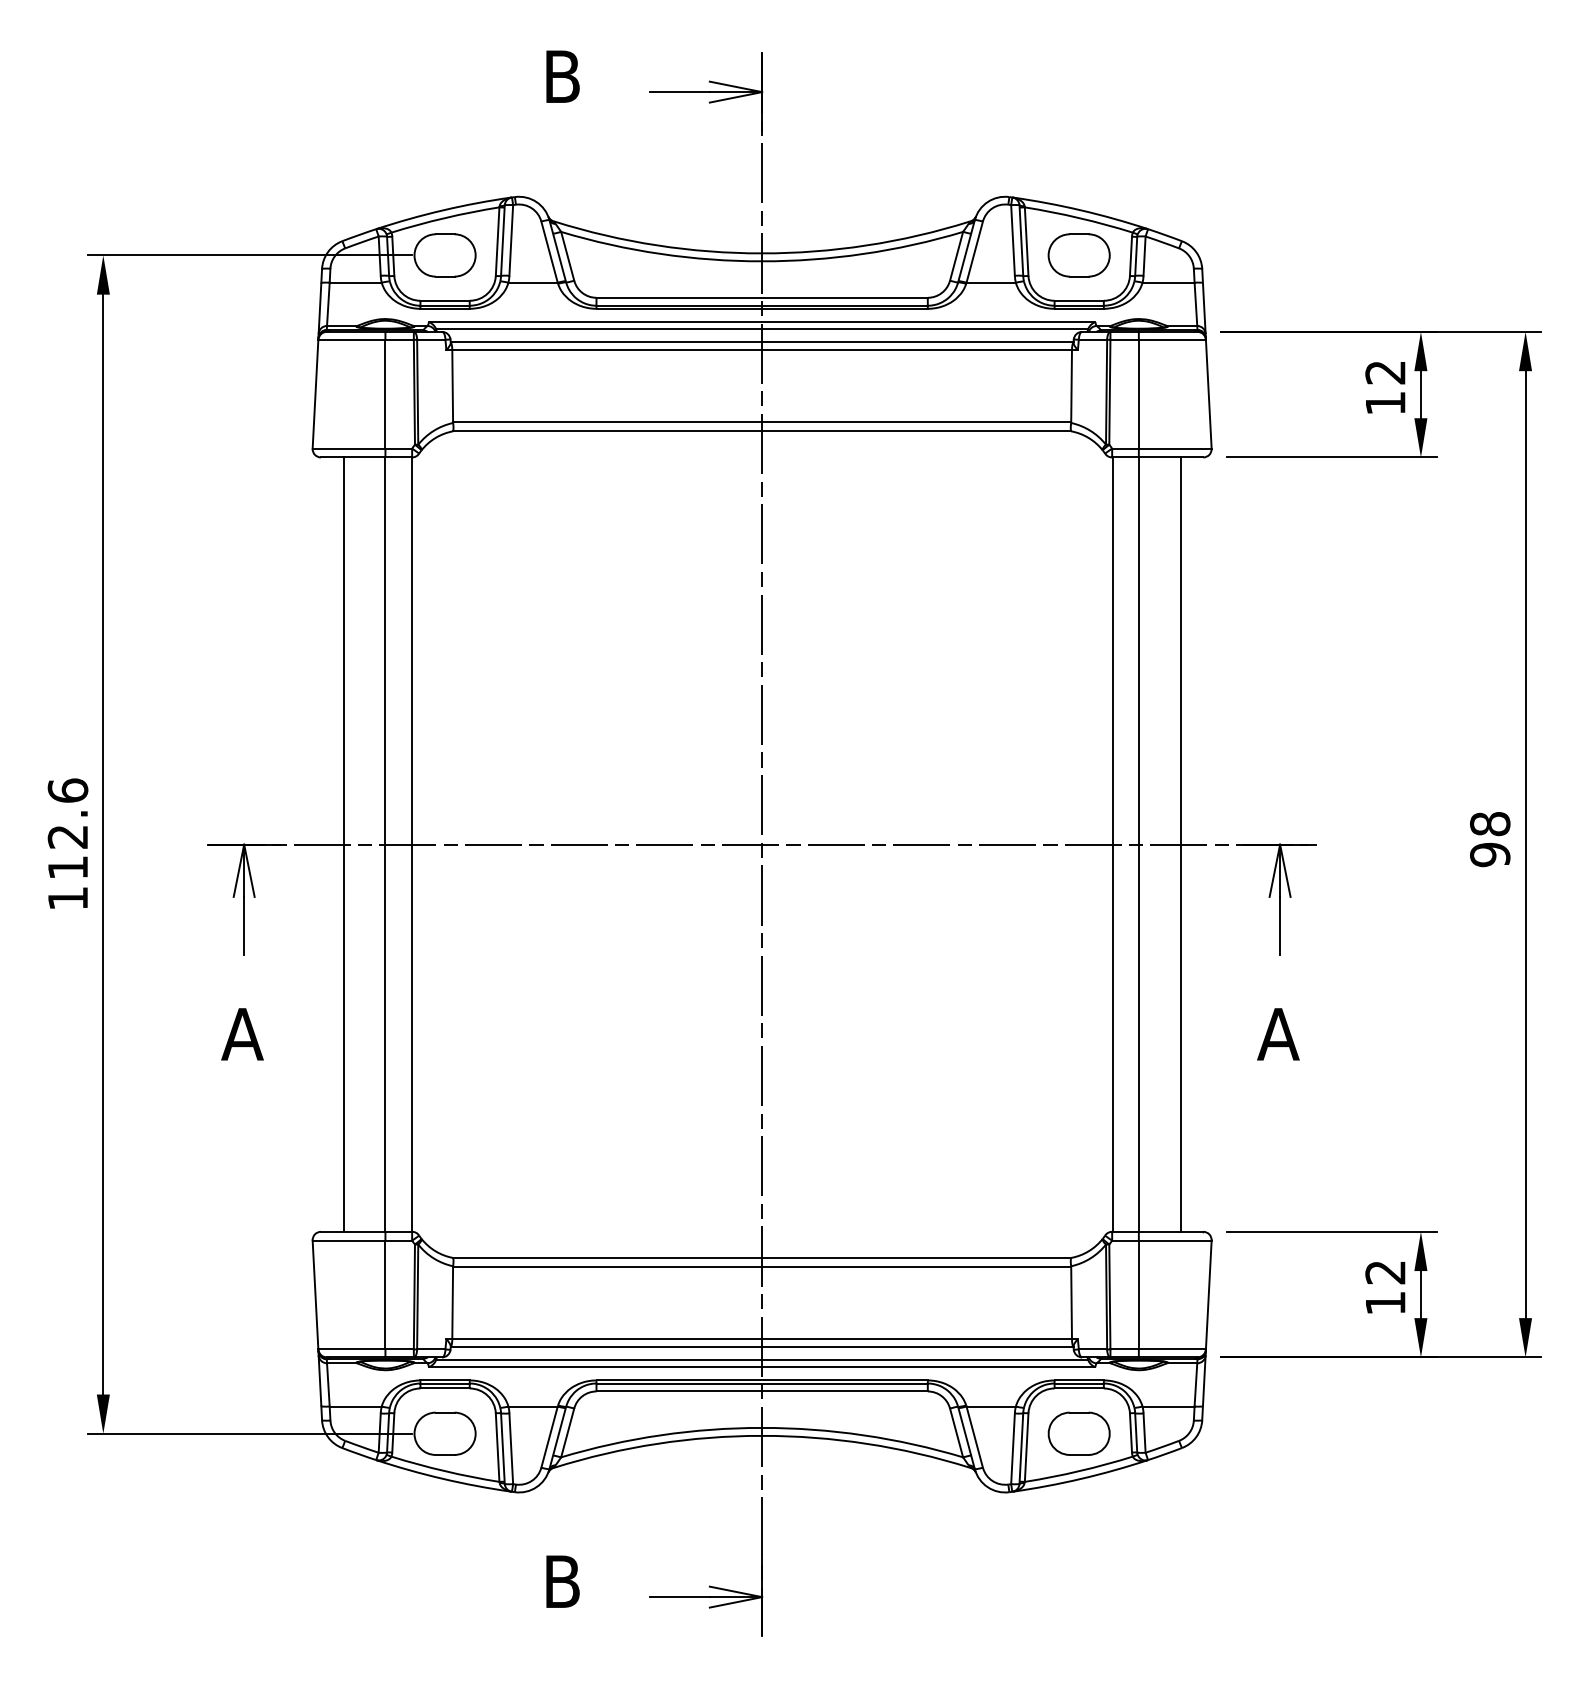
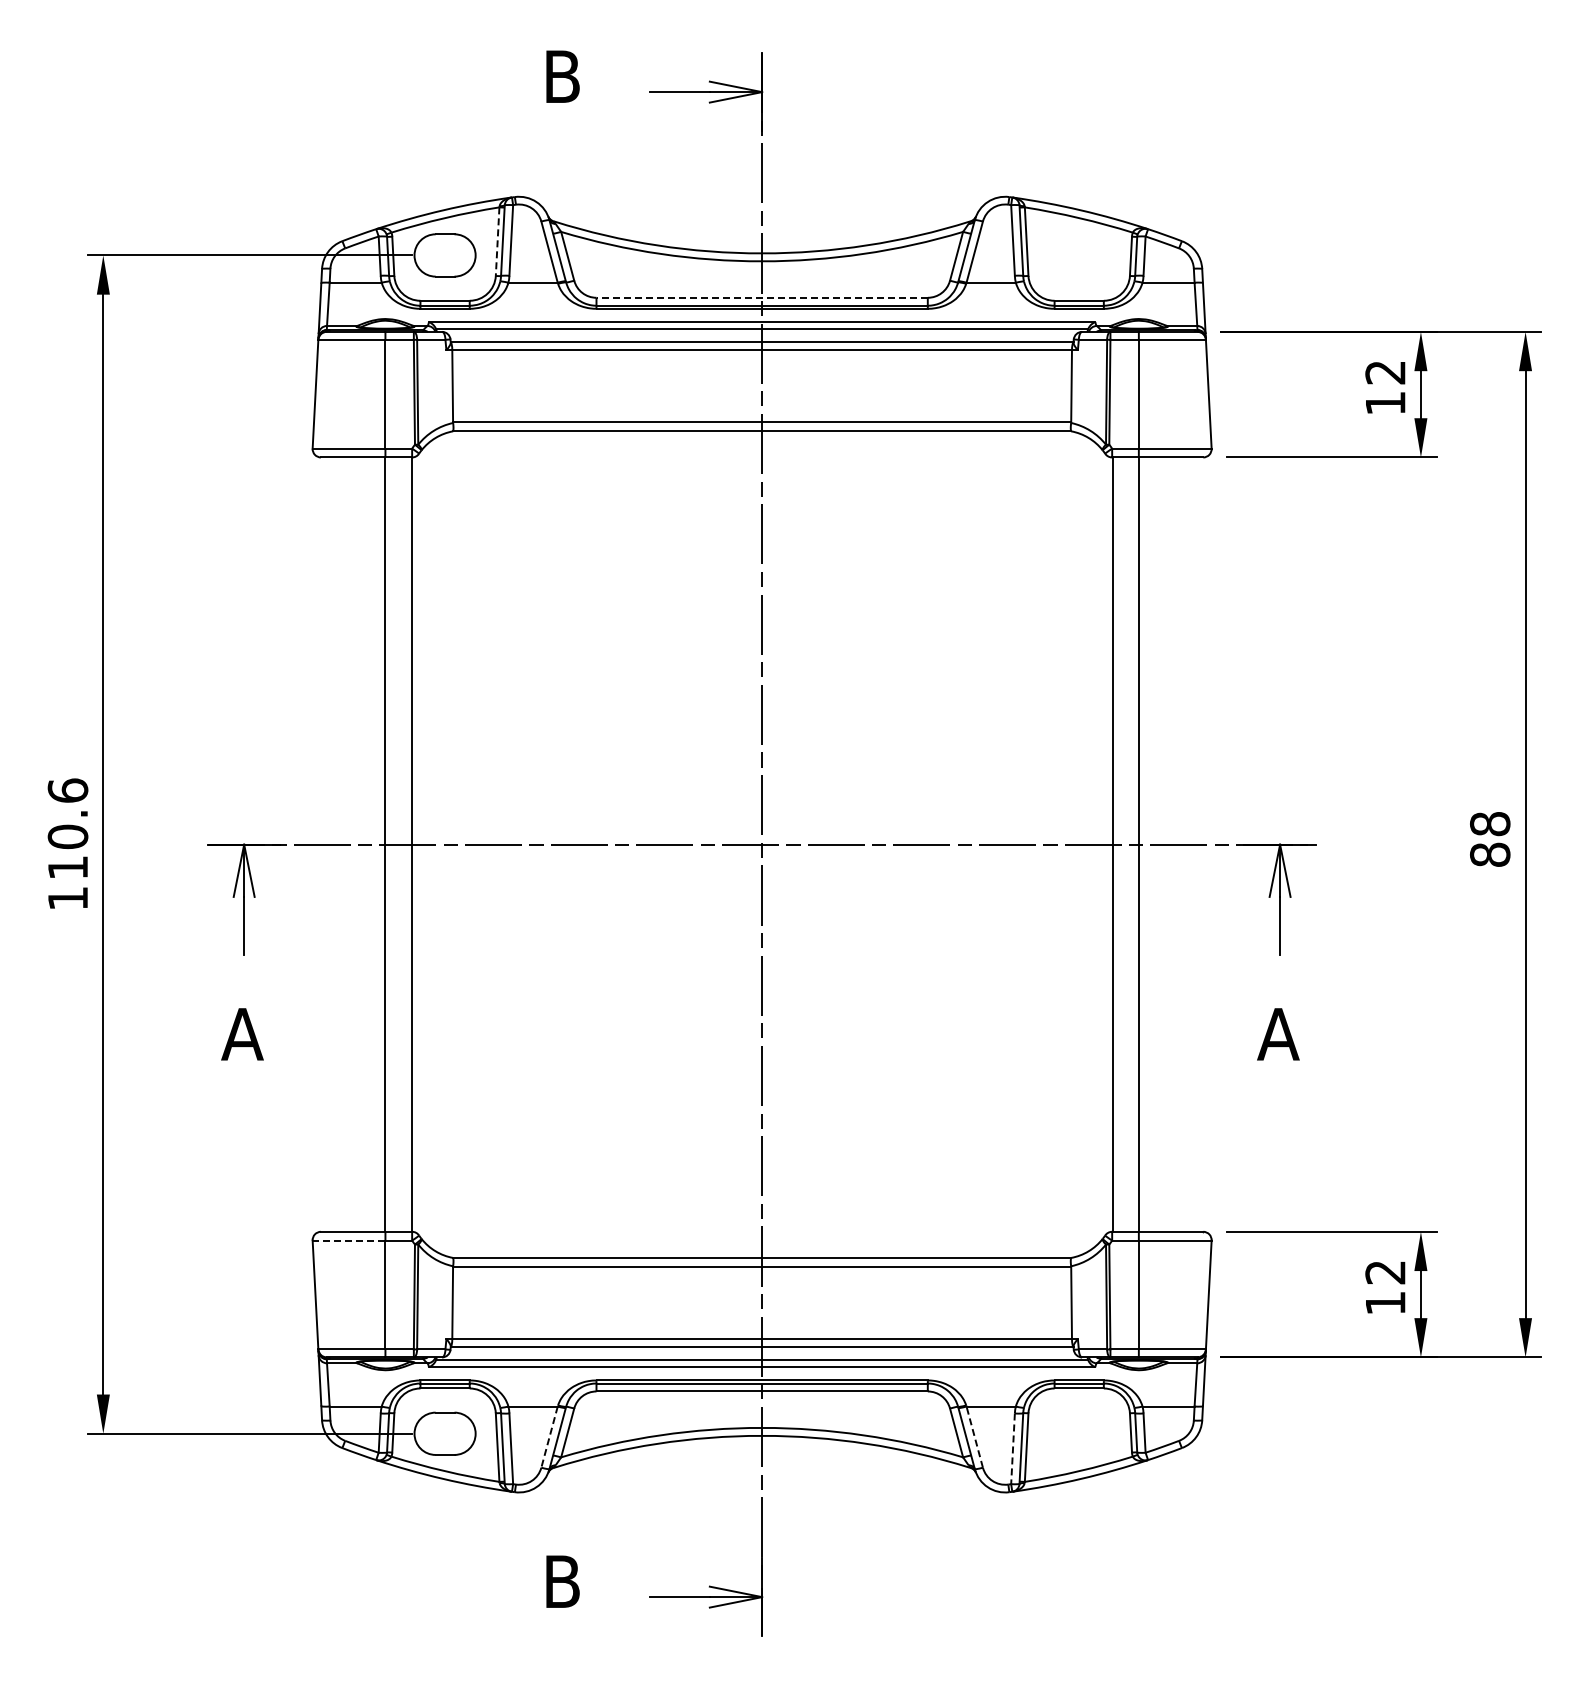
line at (497, 242): solid -> dashed
part at (1078, 255): present -> none
line at (762, 297): solid -> dashed
text at (67, 836): 112.6 -> 110.6
line at (343, 844): present -> none
line at (1180, 844): present -> none
text at (1490, 854): 98 -> 88
line at (348, 1240): solid -> dashed
part at (1078, 1433): present -> none
line at (549, 1437): solid -> dashed
line at (974, 1437): solid -> dashed
line at (1013, 1449): solid -> dashed
